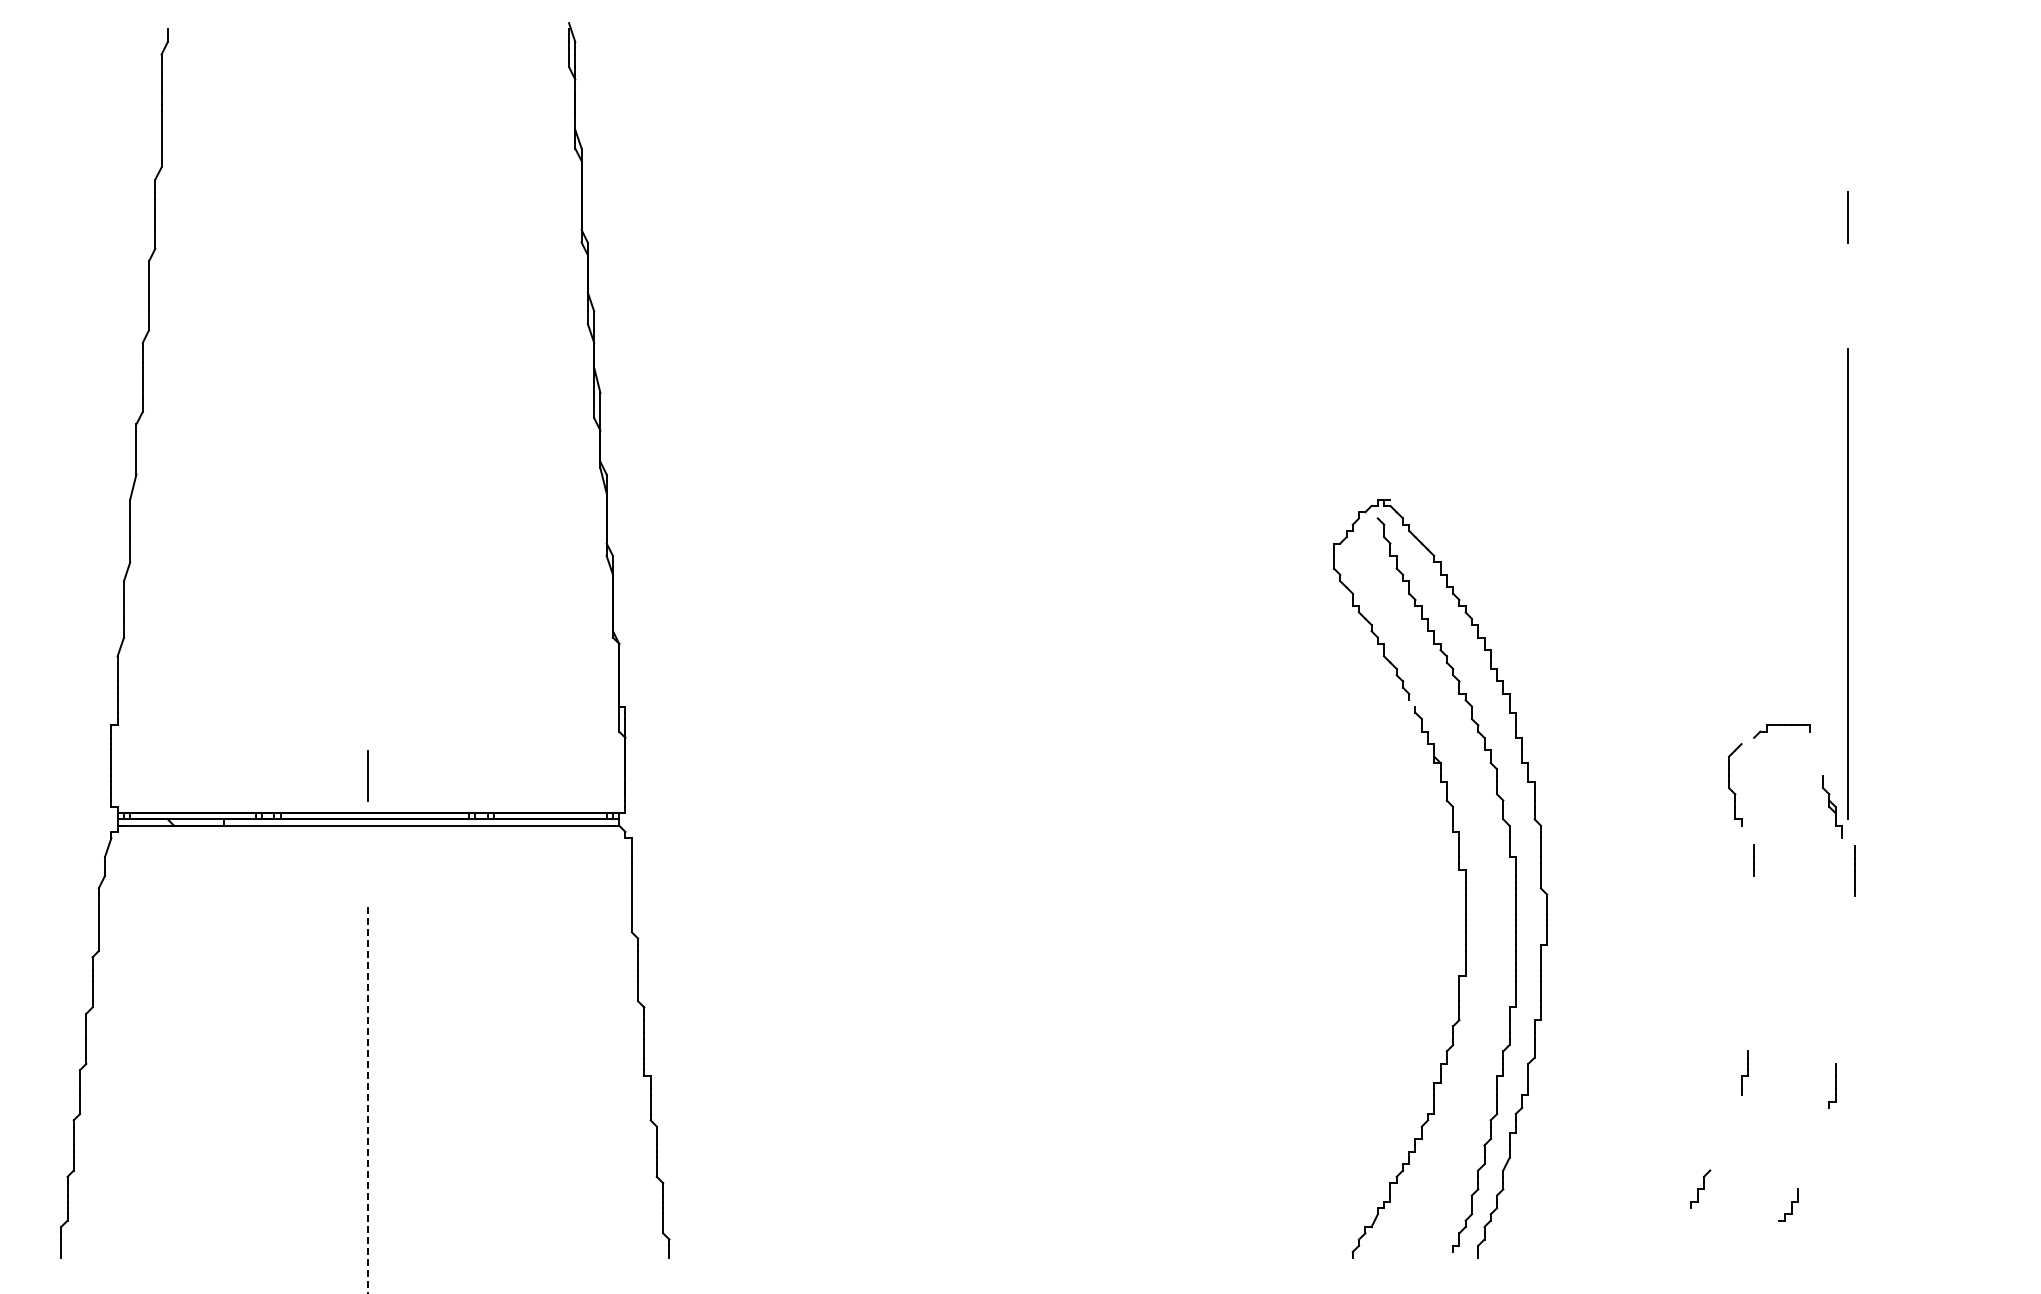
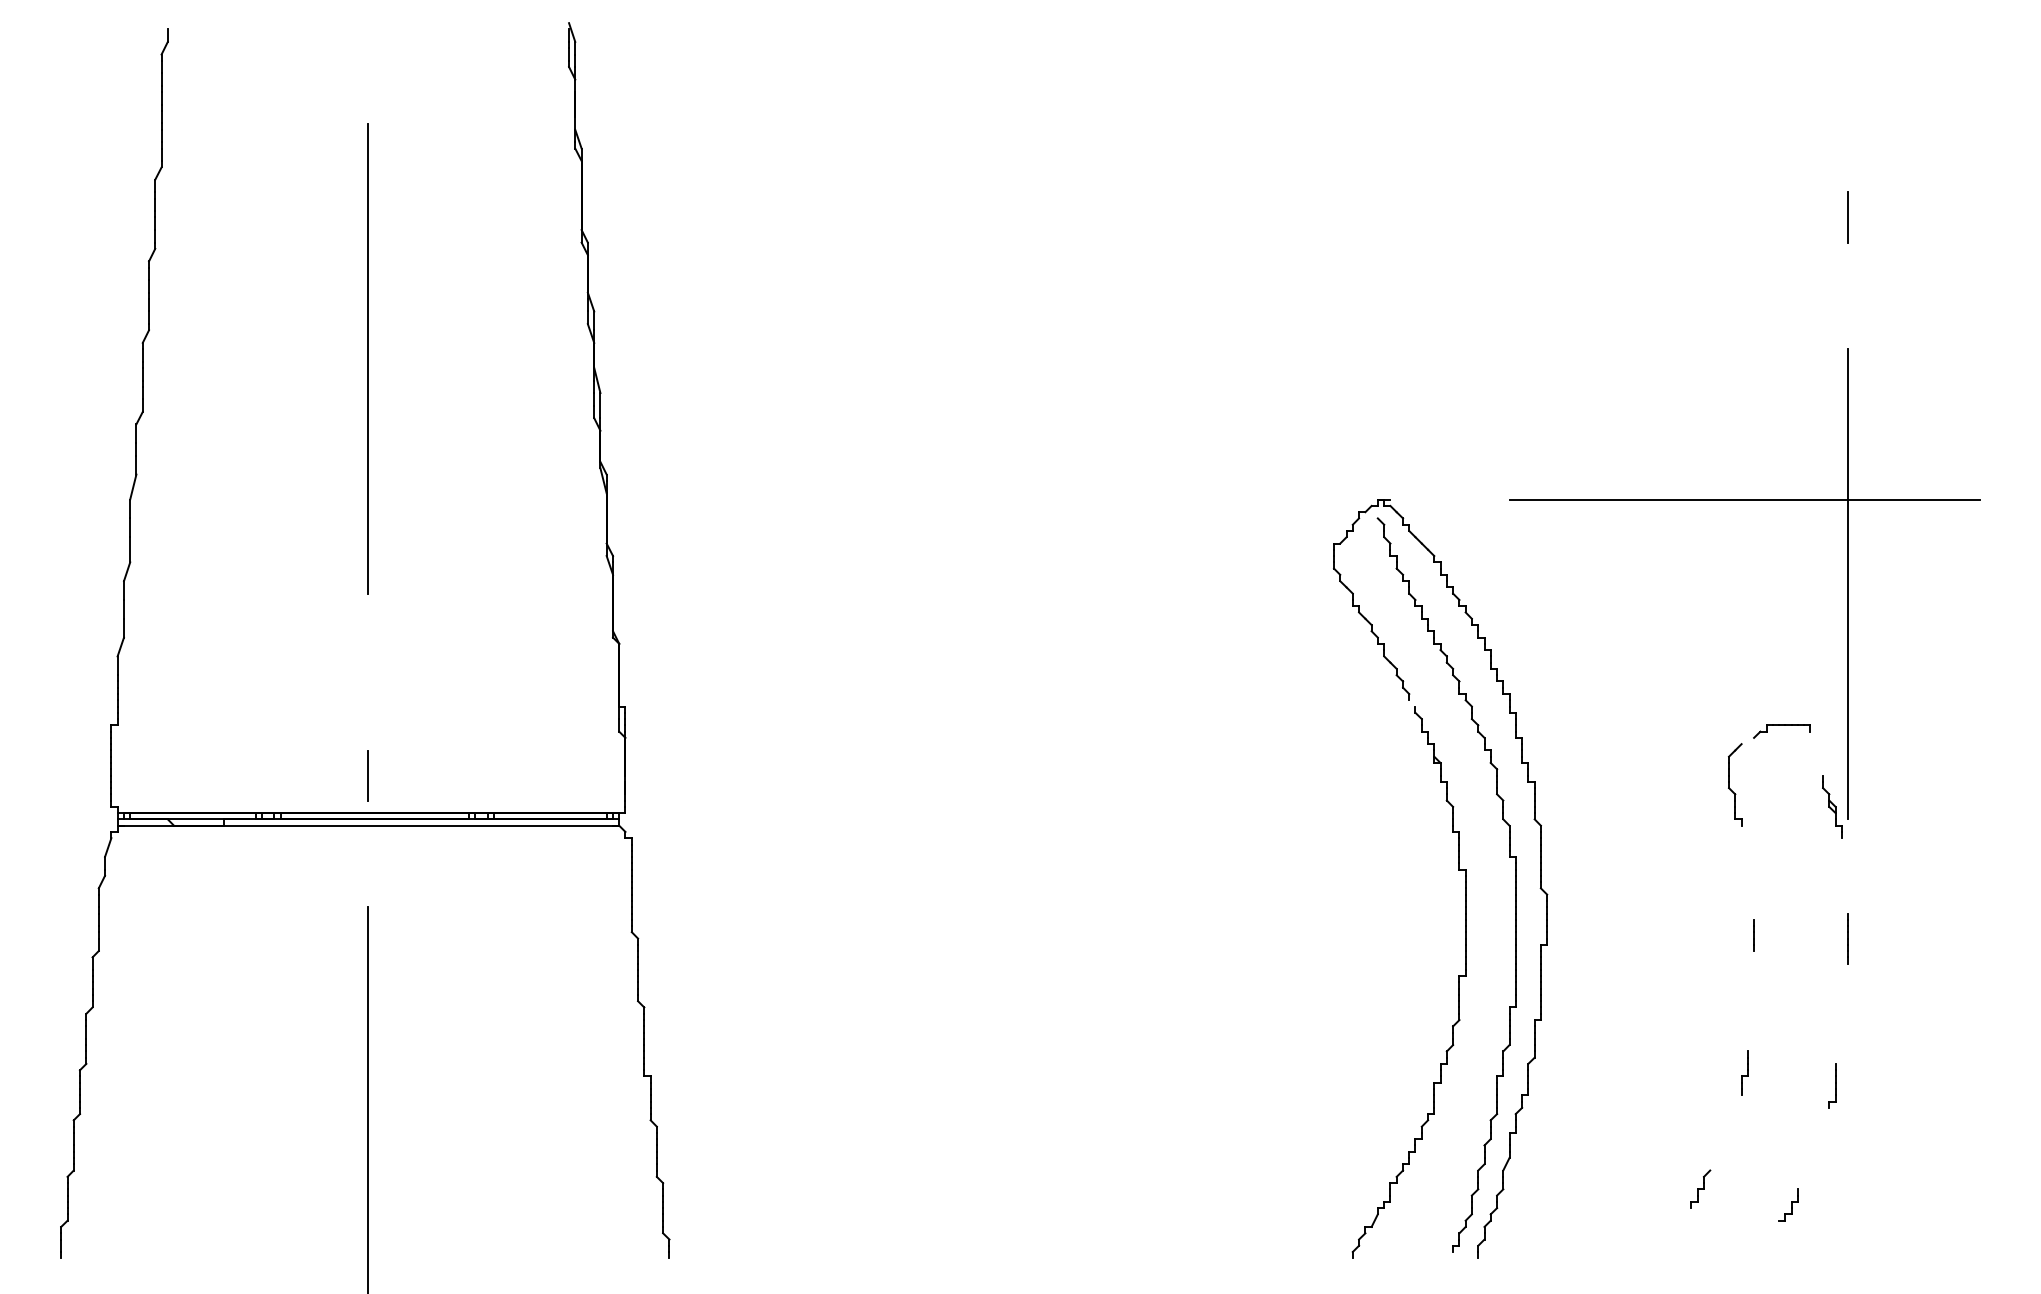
line at (368, 358): none -> present
line at (1744, 499): none -> present
line at (1753, 860) position: (1753, 860) -> (1753, 935)
line at (1854, 870) position: (1854, 870) -> (1847, 938)
line at (368, 1101): dashed -> solid
